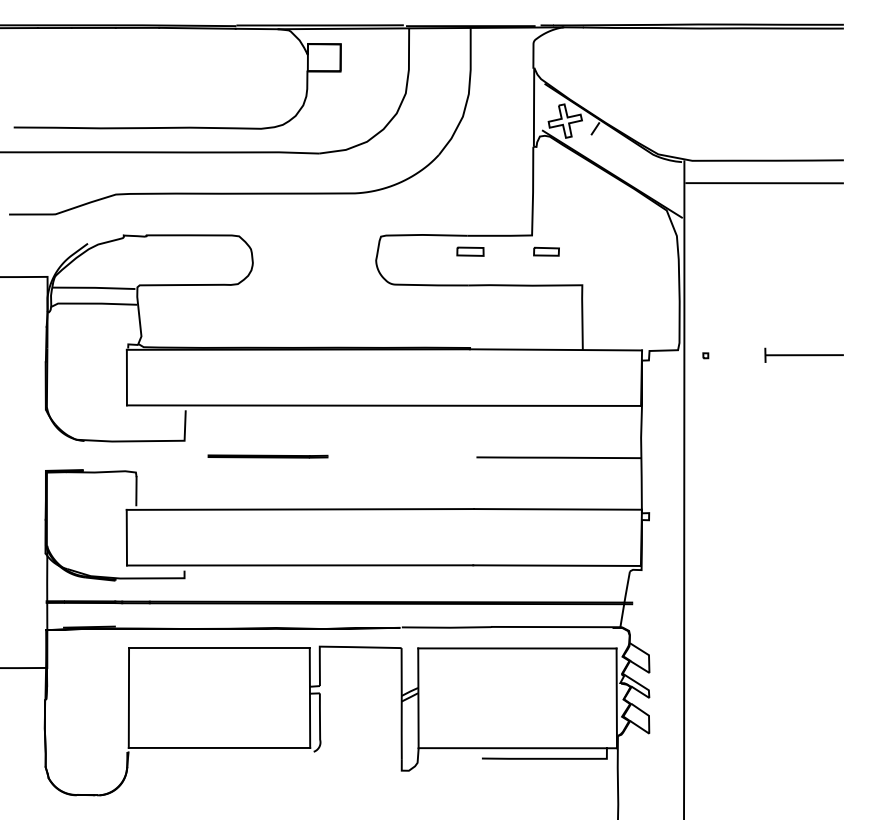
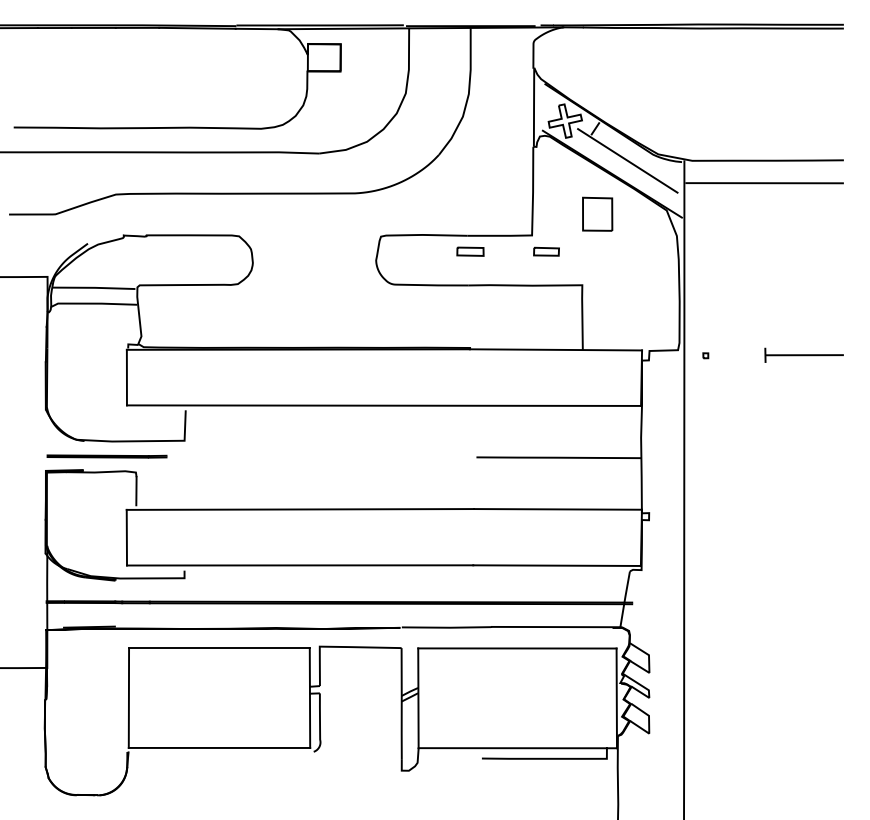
line at (627, 160): none -> present
part at (597, 213): none -> present
part at (267, 456) position: (267, 456) -> (106, 456)
